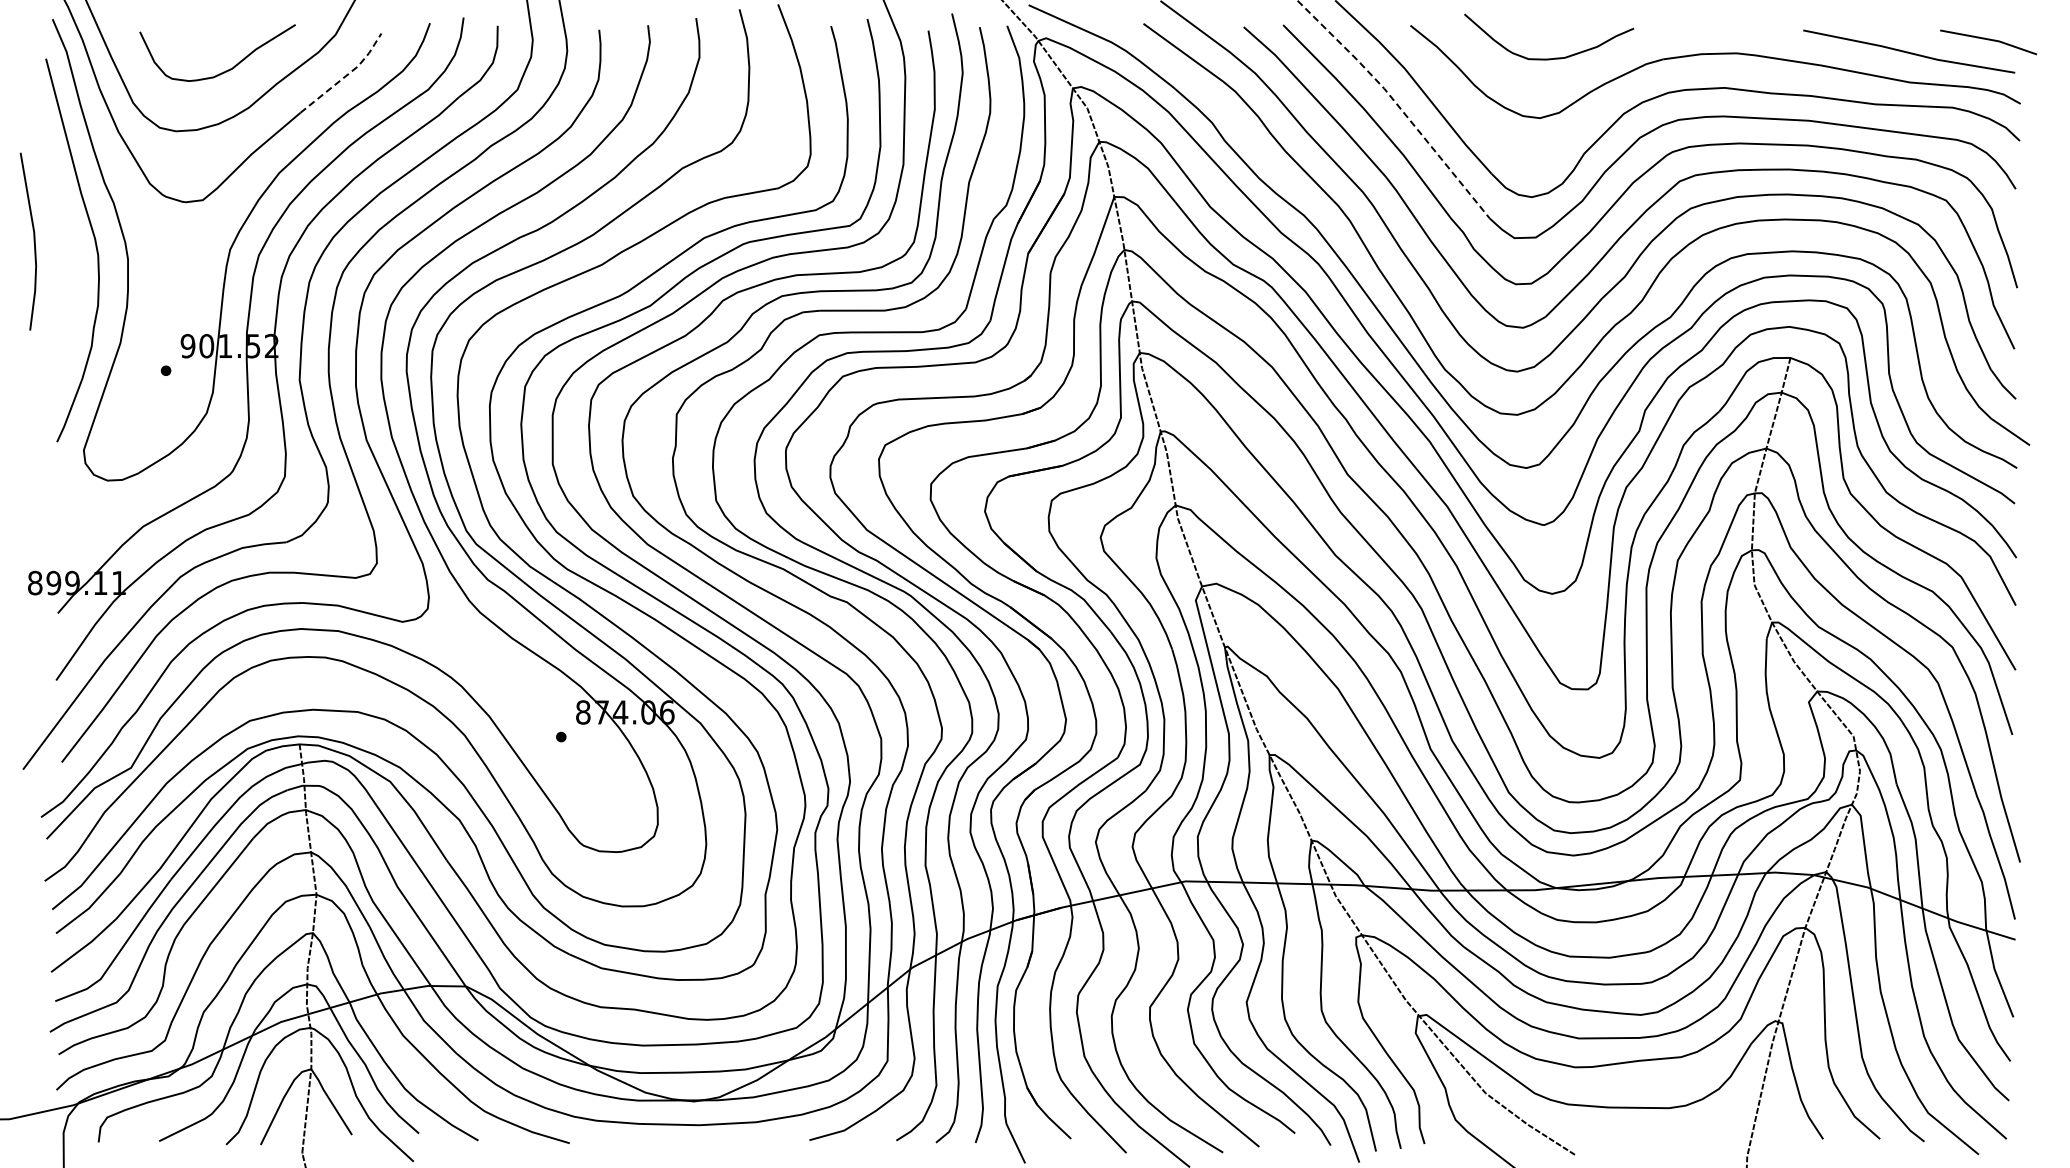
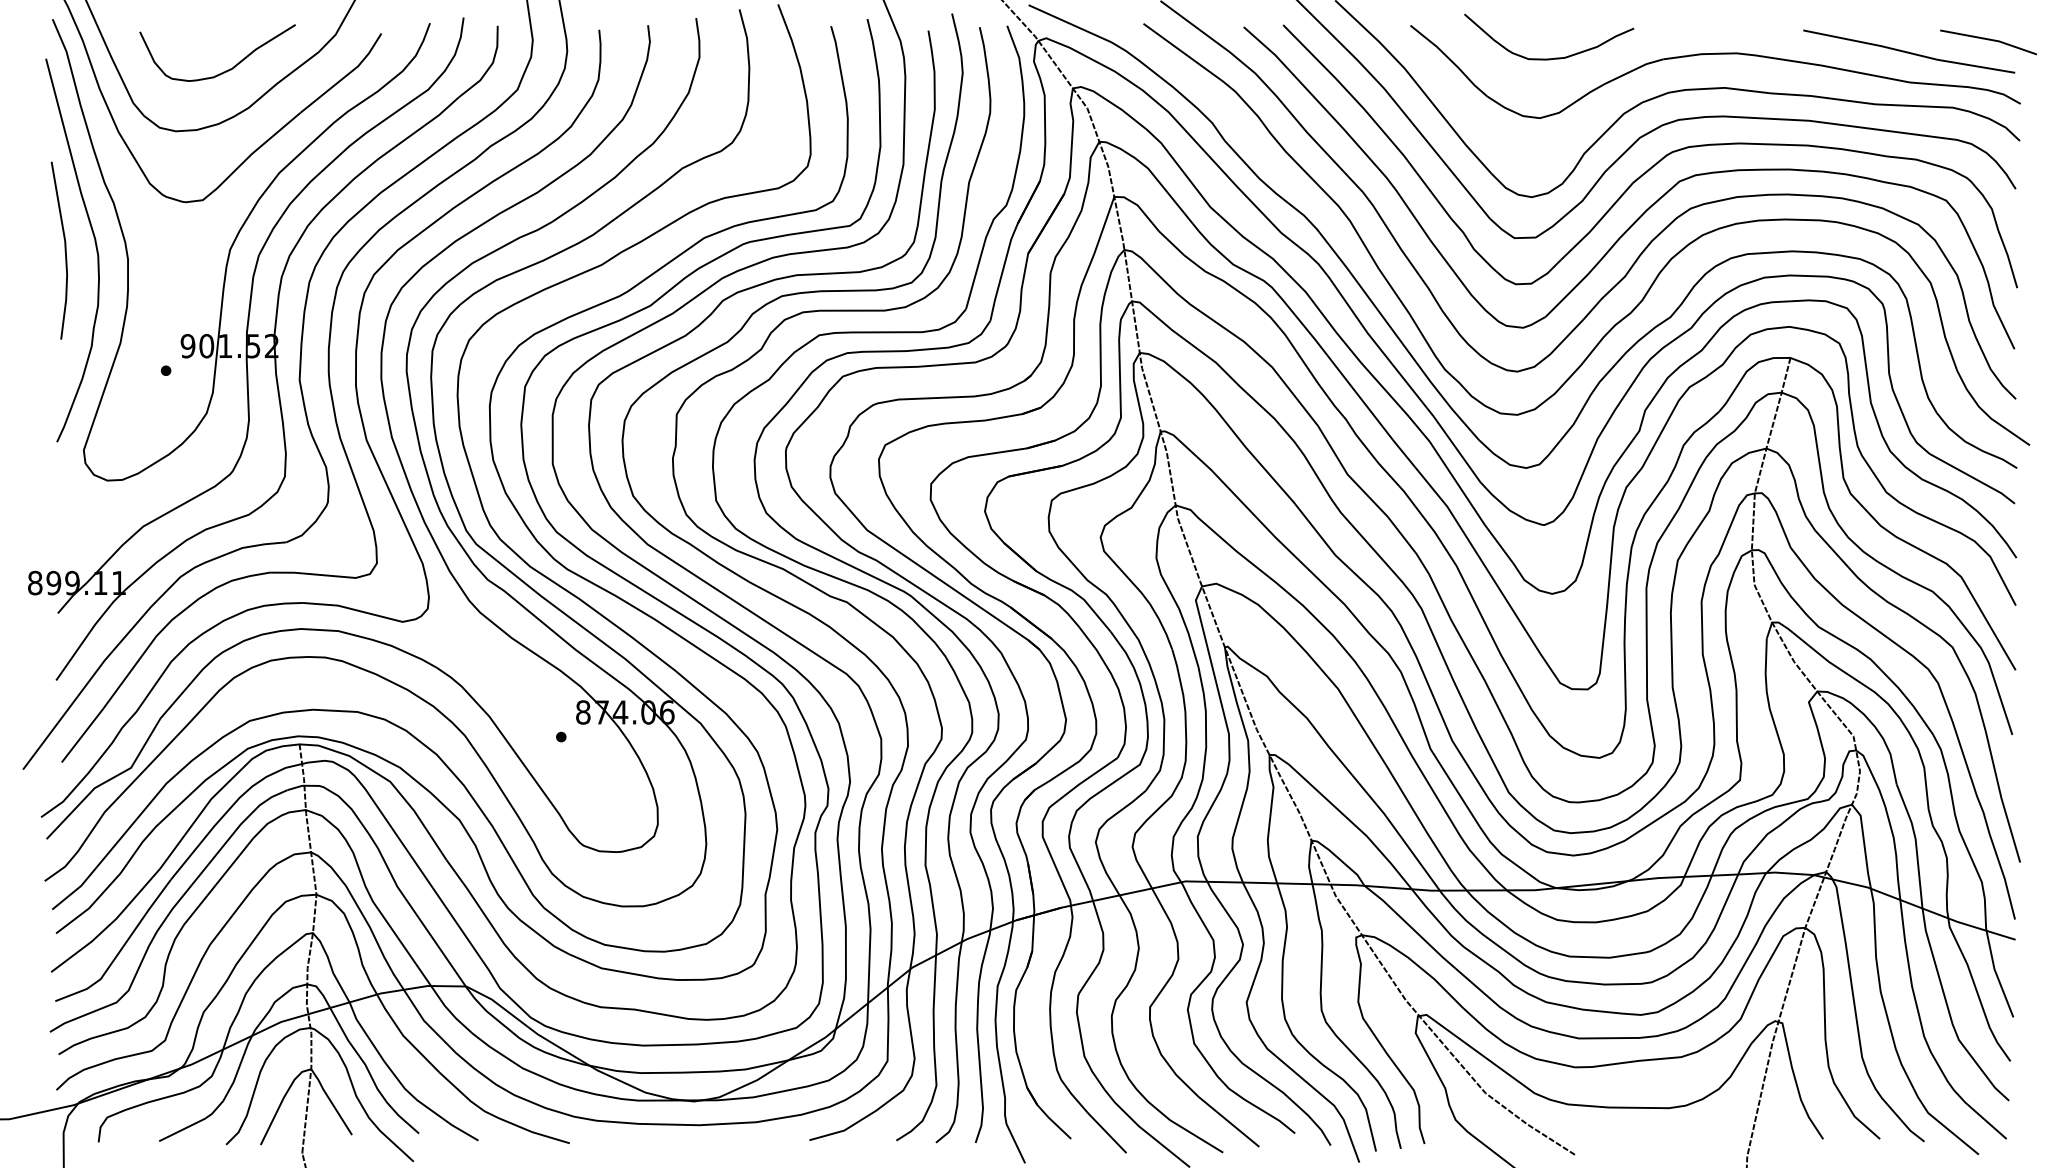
line at (345, 76): dashed -> solid
line at (1397, 104): dashed -> solid
line at (33, 241) position: (33, 241) -> (64, 250)
